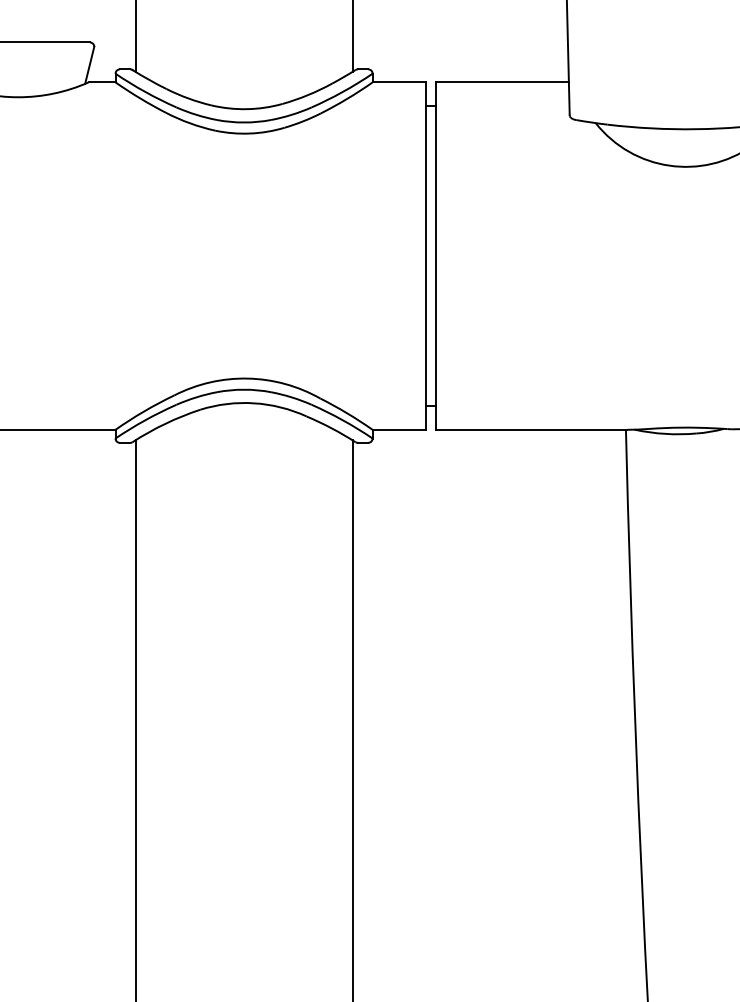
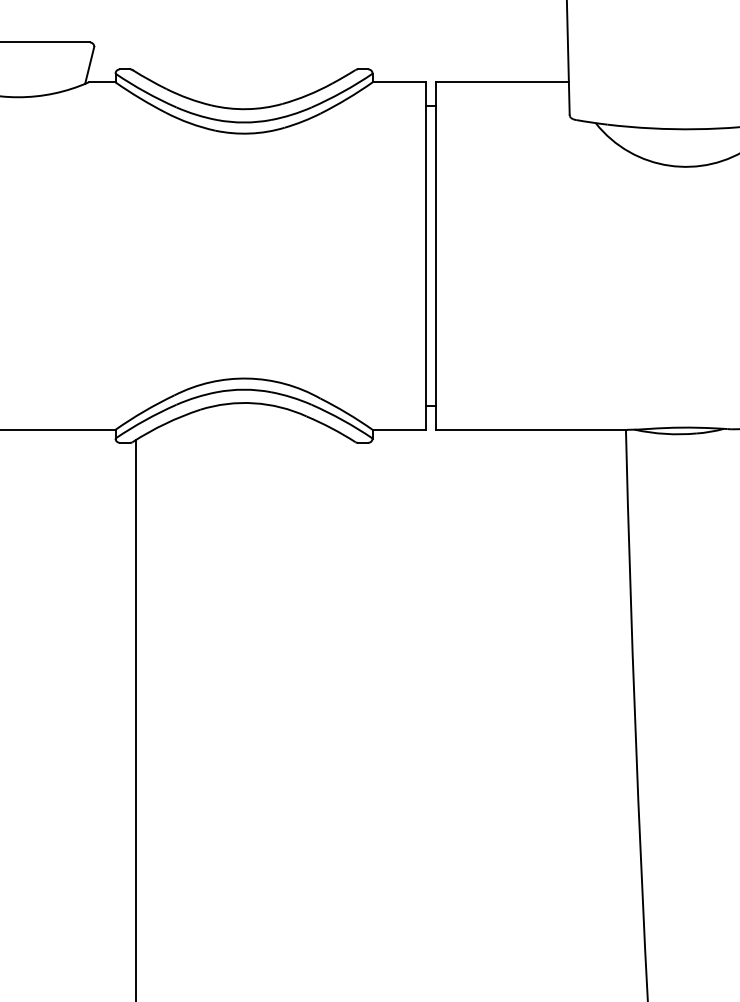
line at (135, 36): present -> none
line at (352, 36): present -> none
line at (352, 719): present -> none
